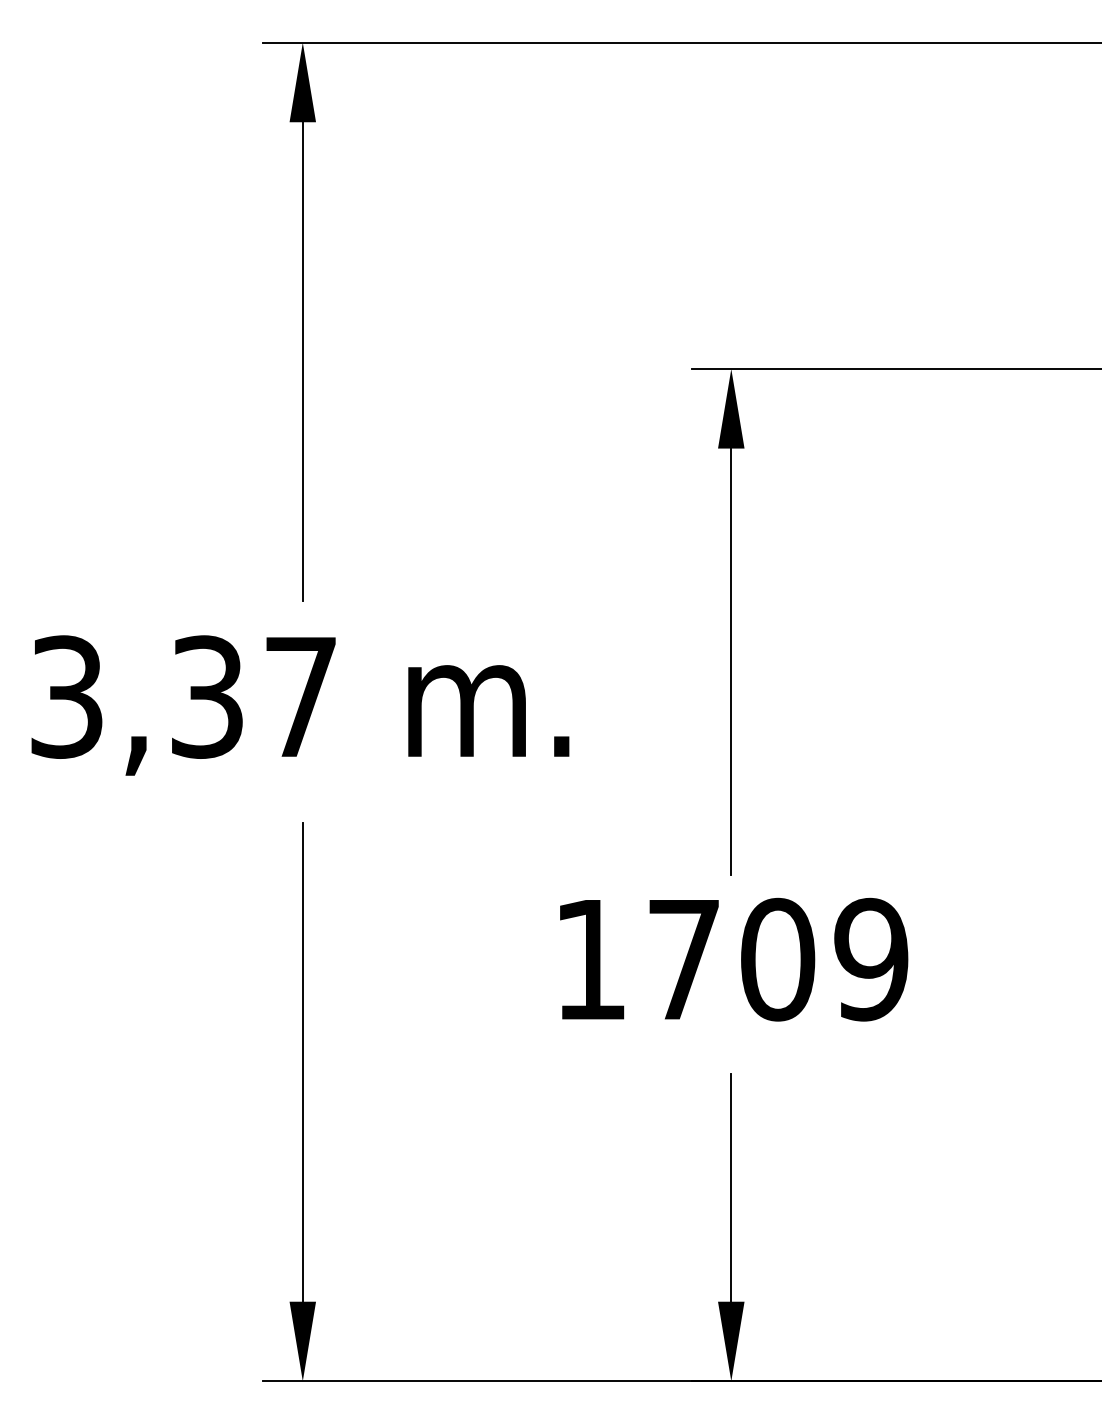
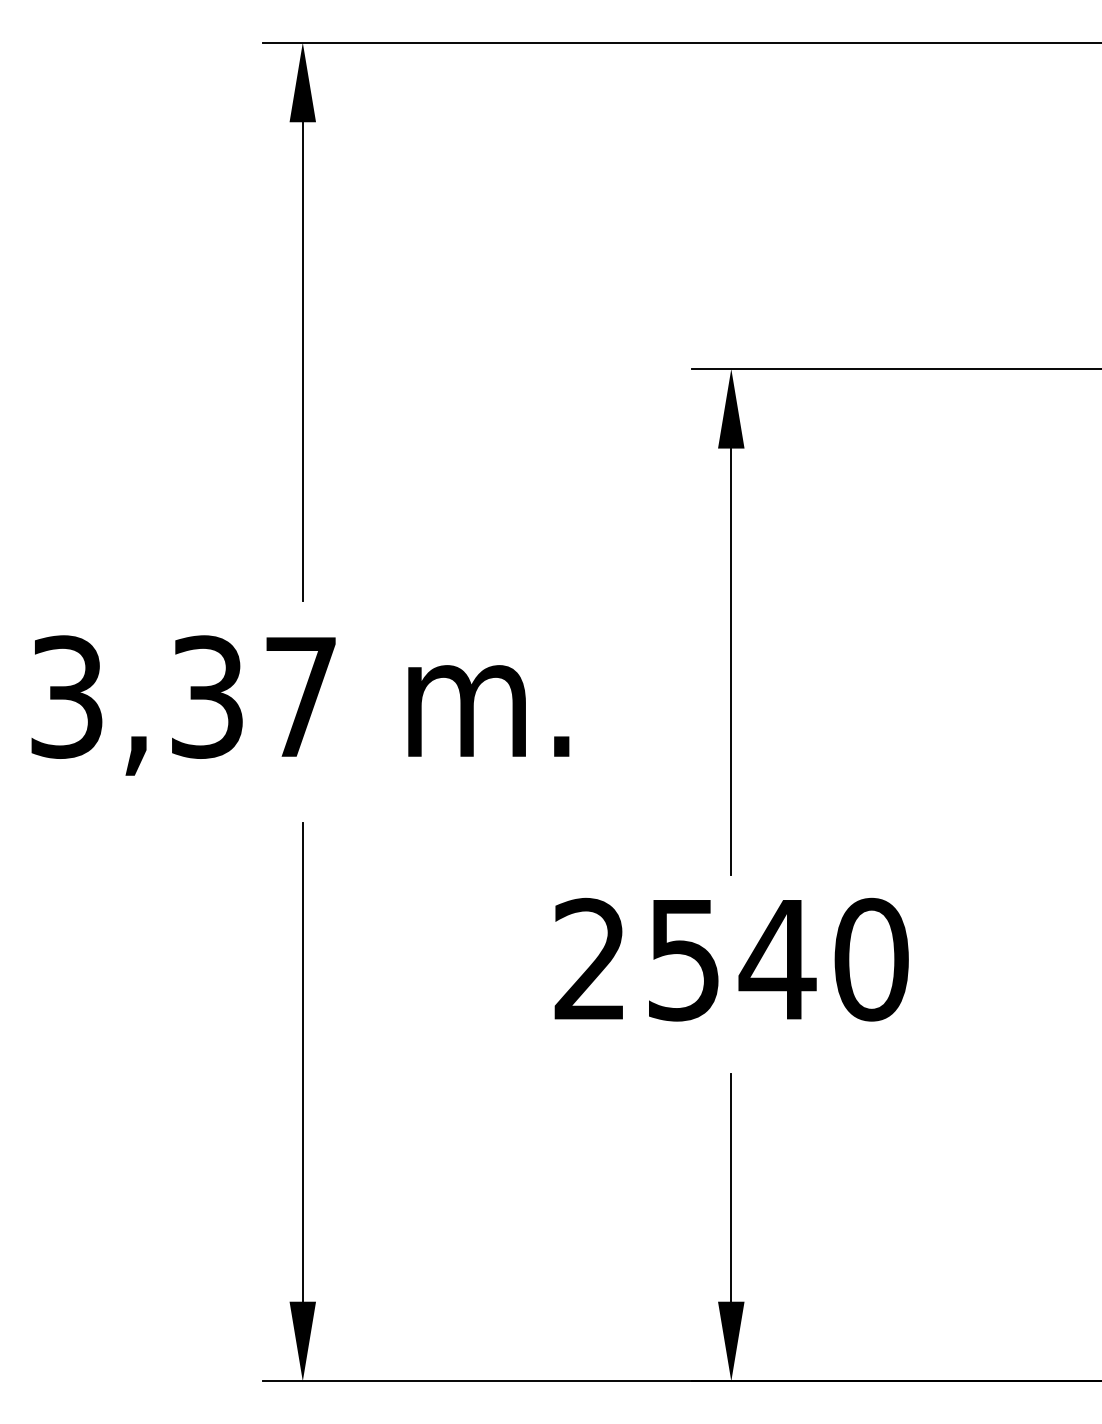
text at (731, 959): 1709 -> 2540
